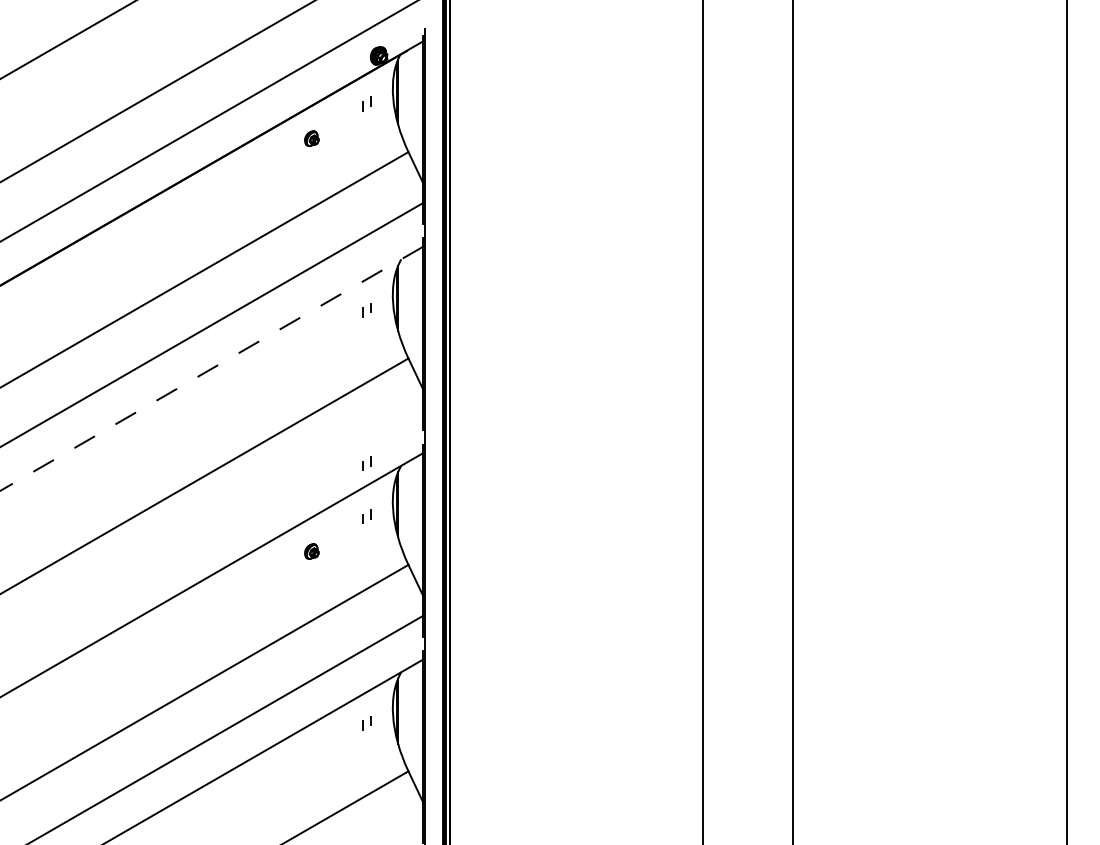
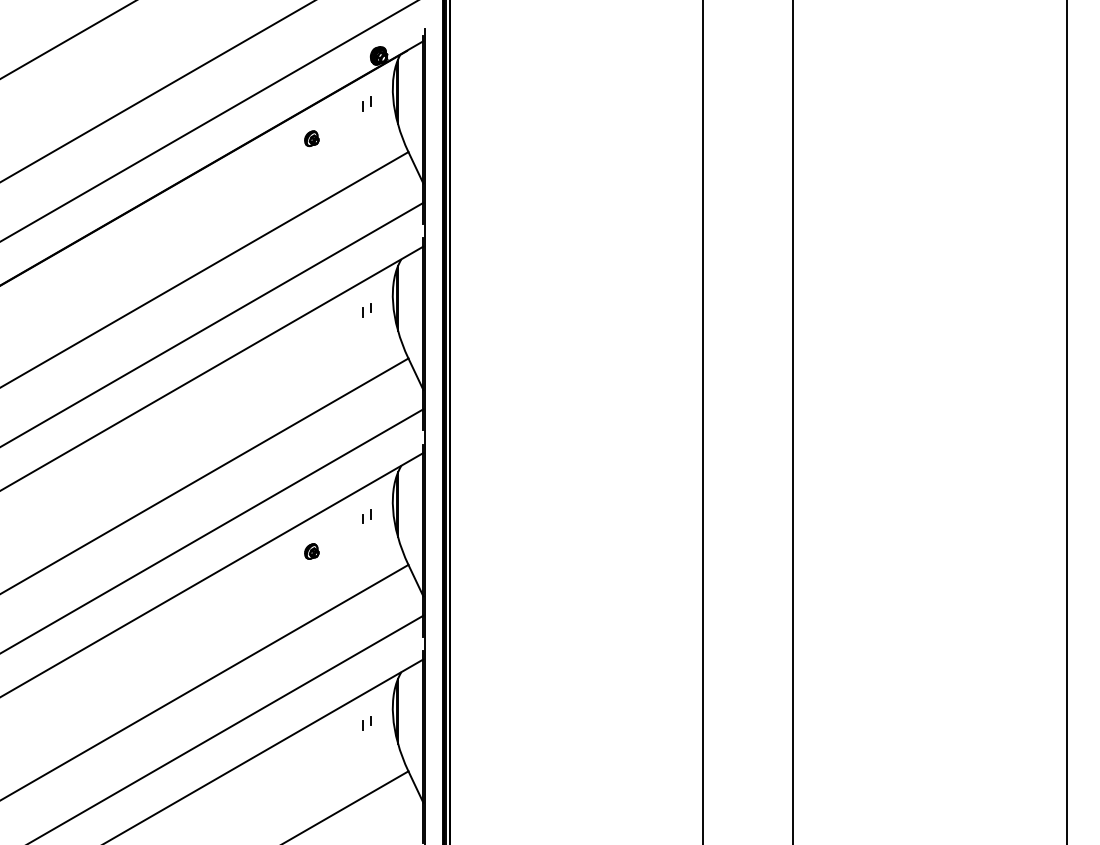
line at (211, 369): dashed -> solid
part at (366, 463): present -> none
line at (212, 530): none -> present
